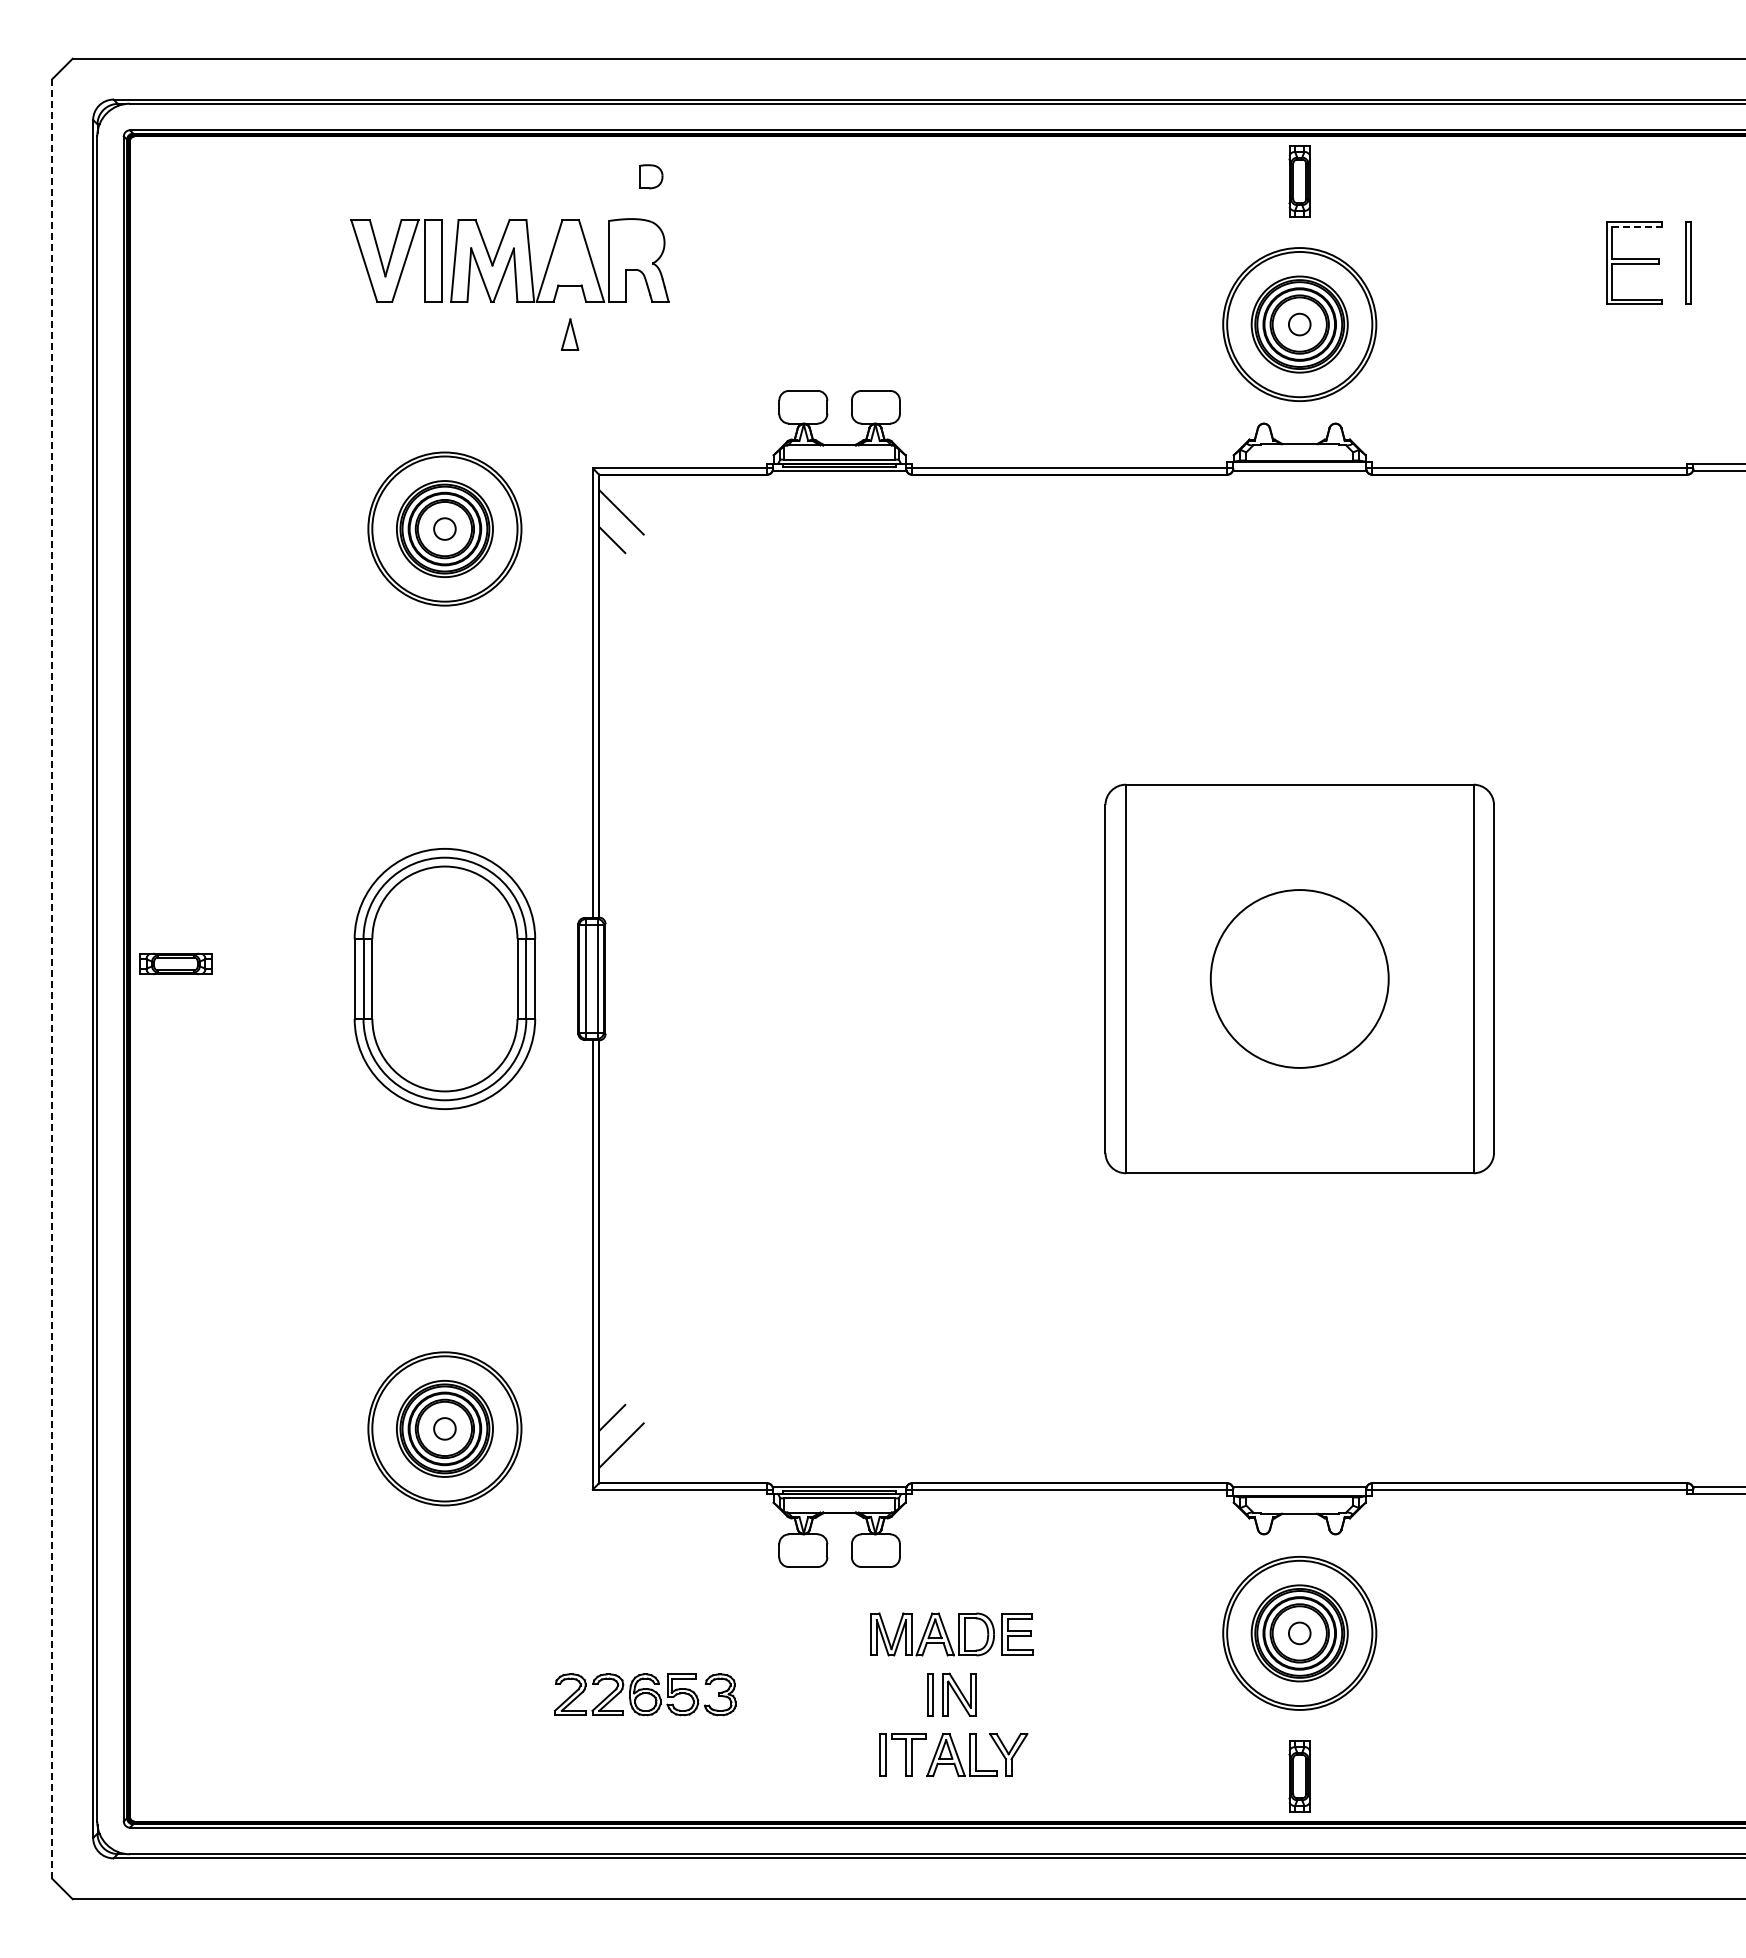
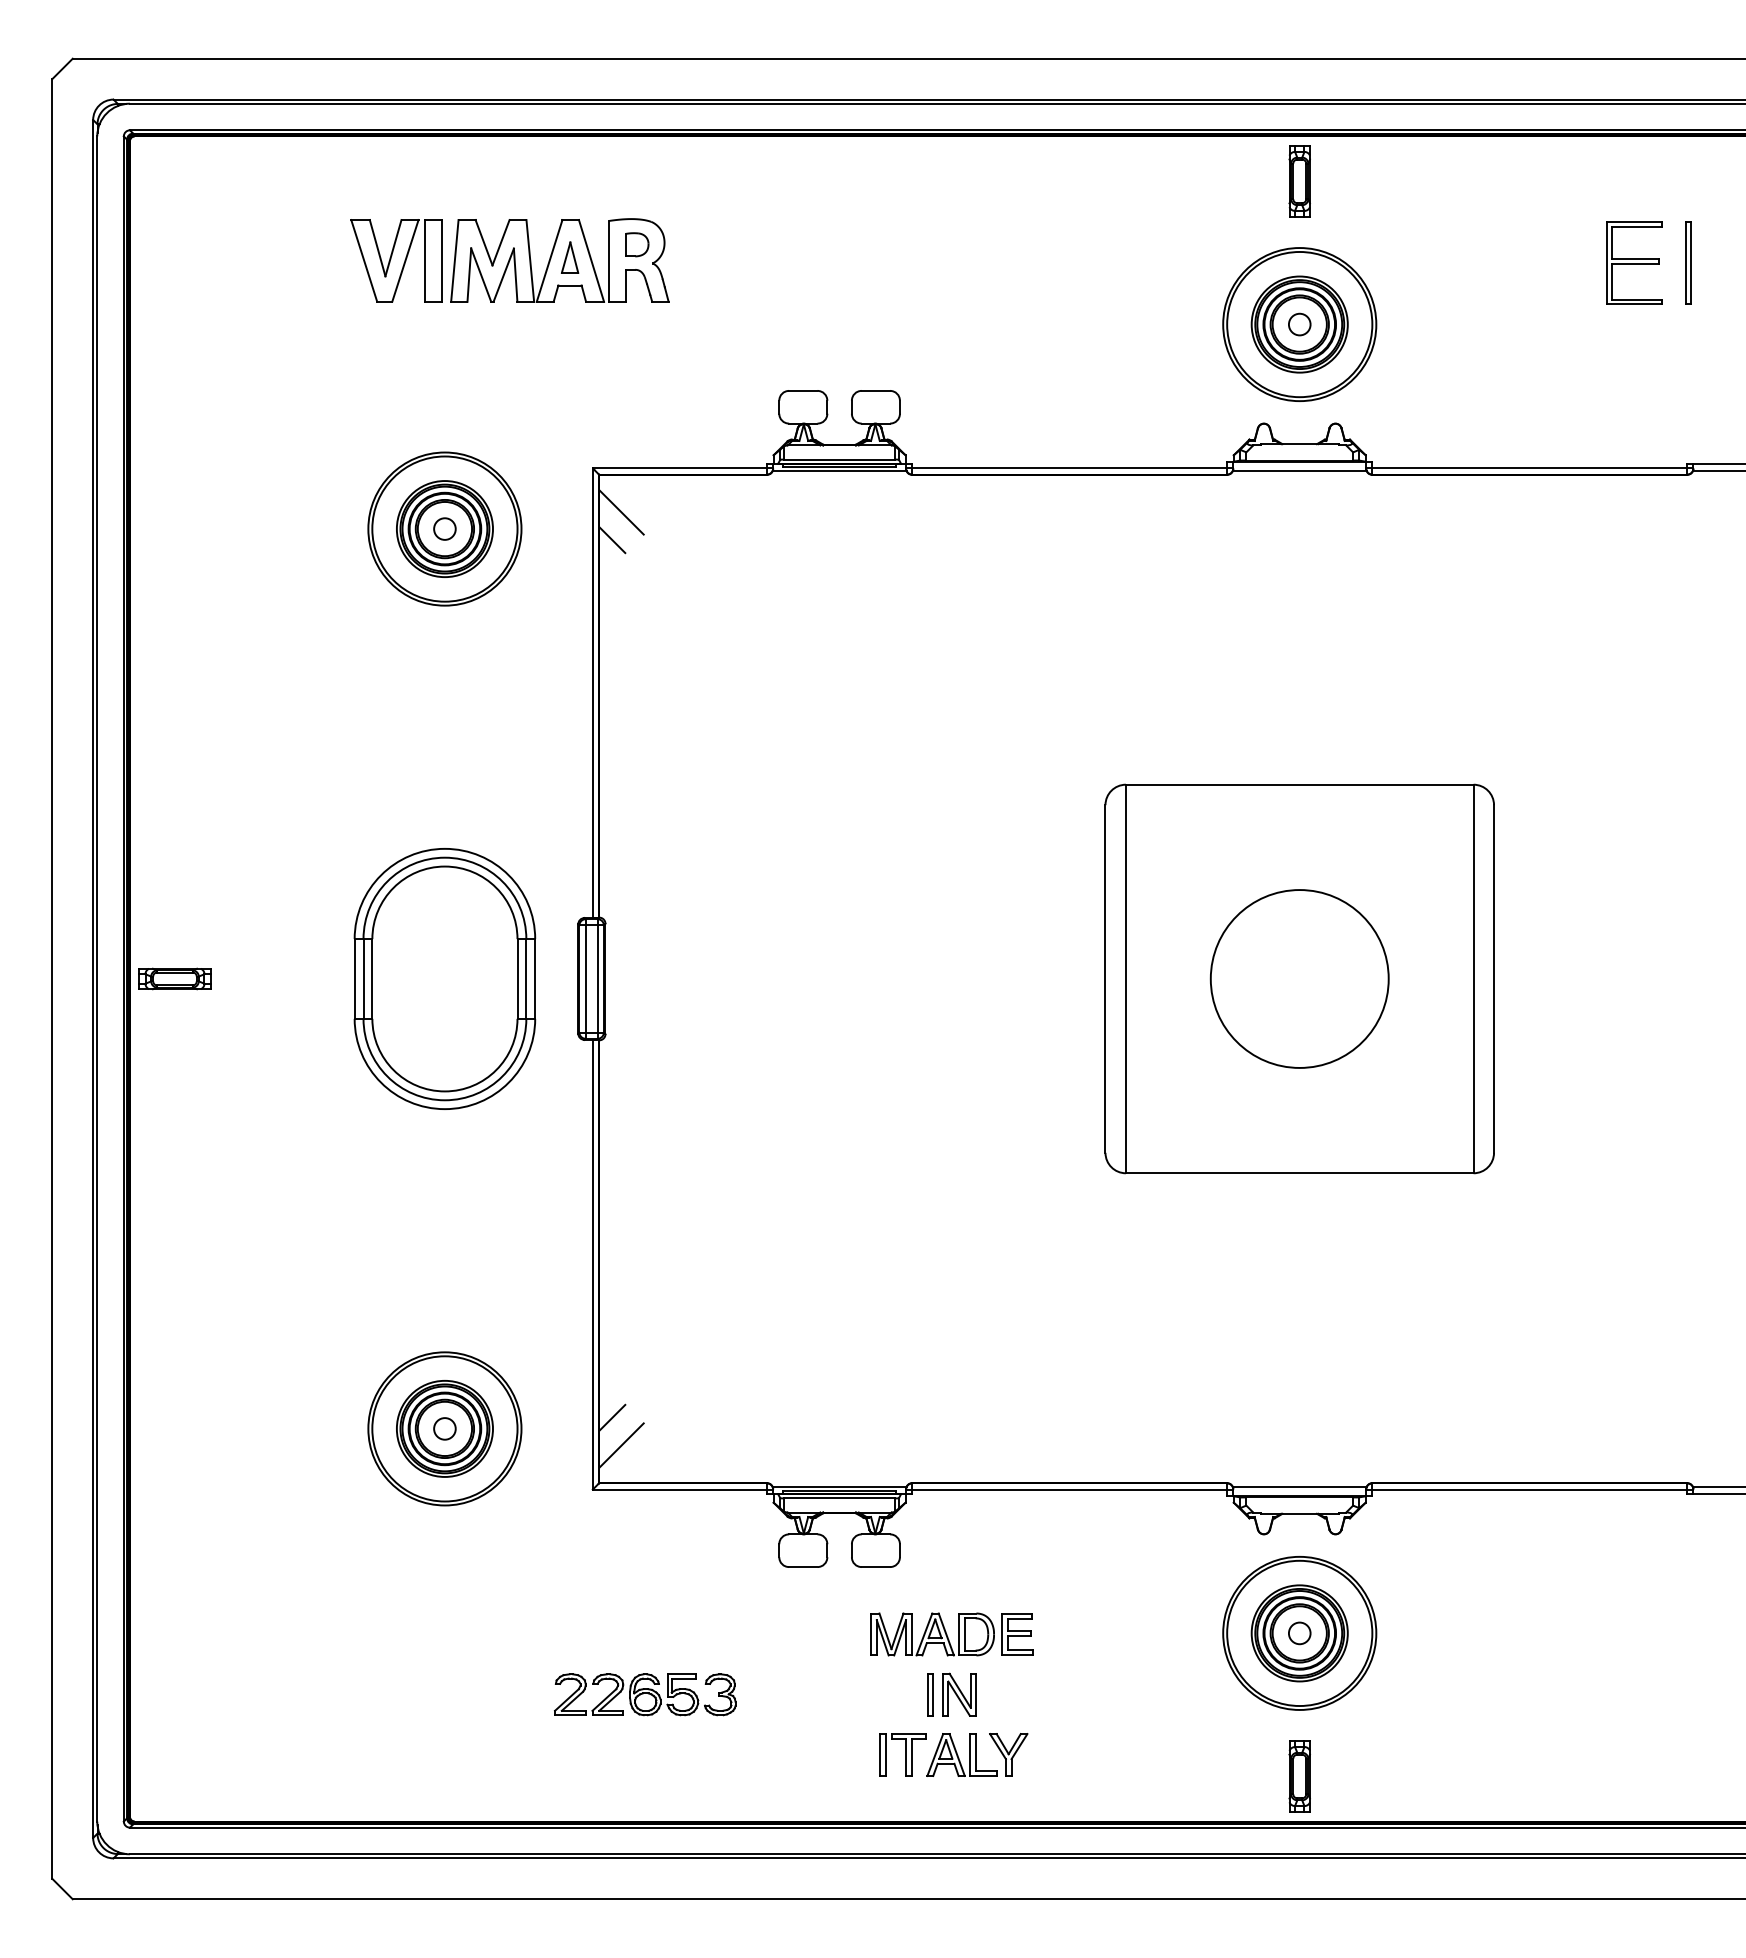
part at (651, 176) position: (651, 176) -> (637, 244)
line at (1636, 226): dashed -> solid
part at (569, 334) position: (569, 334) -> (569, 257)
part at (175, 963) position: (175, 963) -> (174, 978)
line at (52, 978): dashed -> solid
